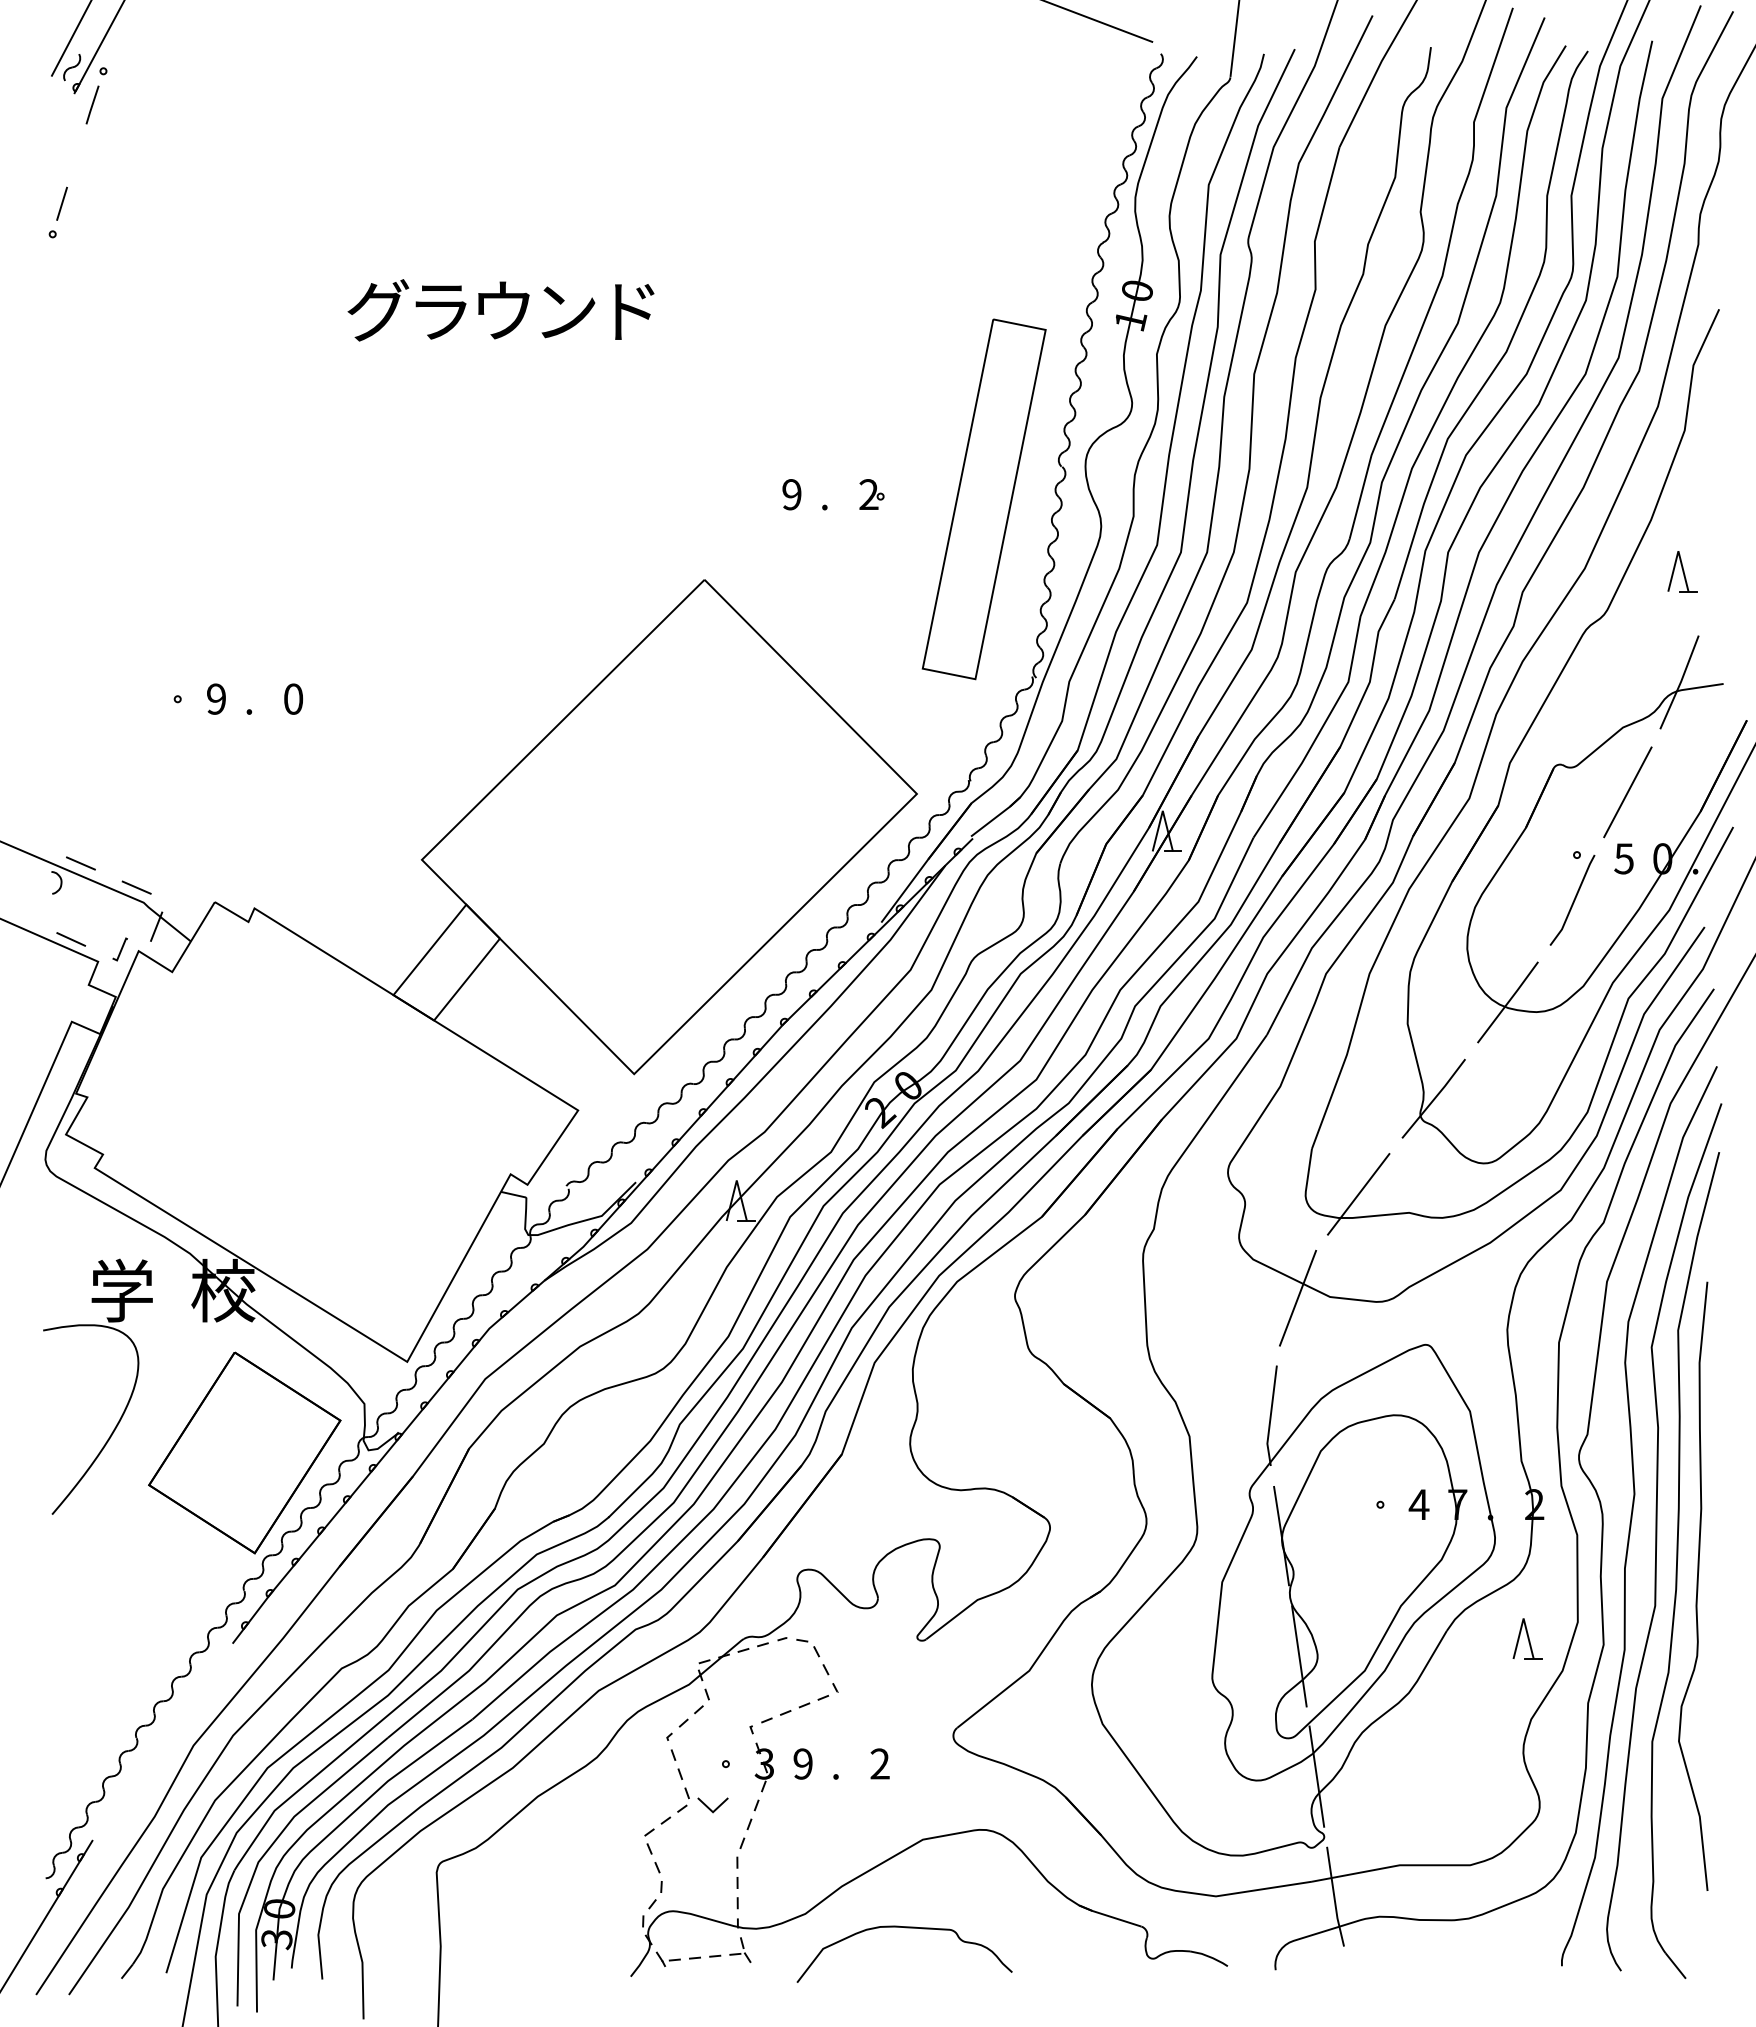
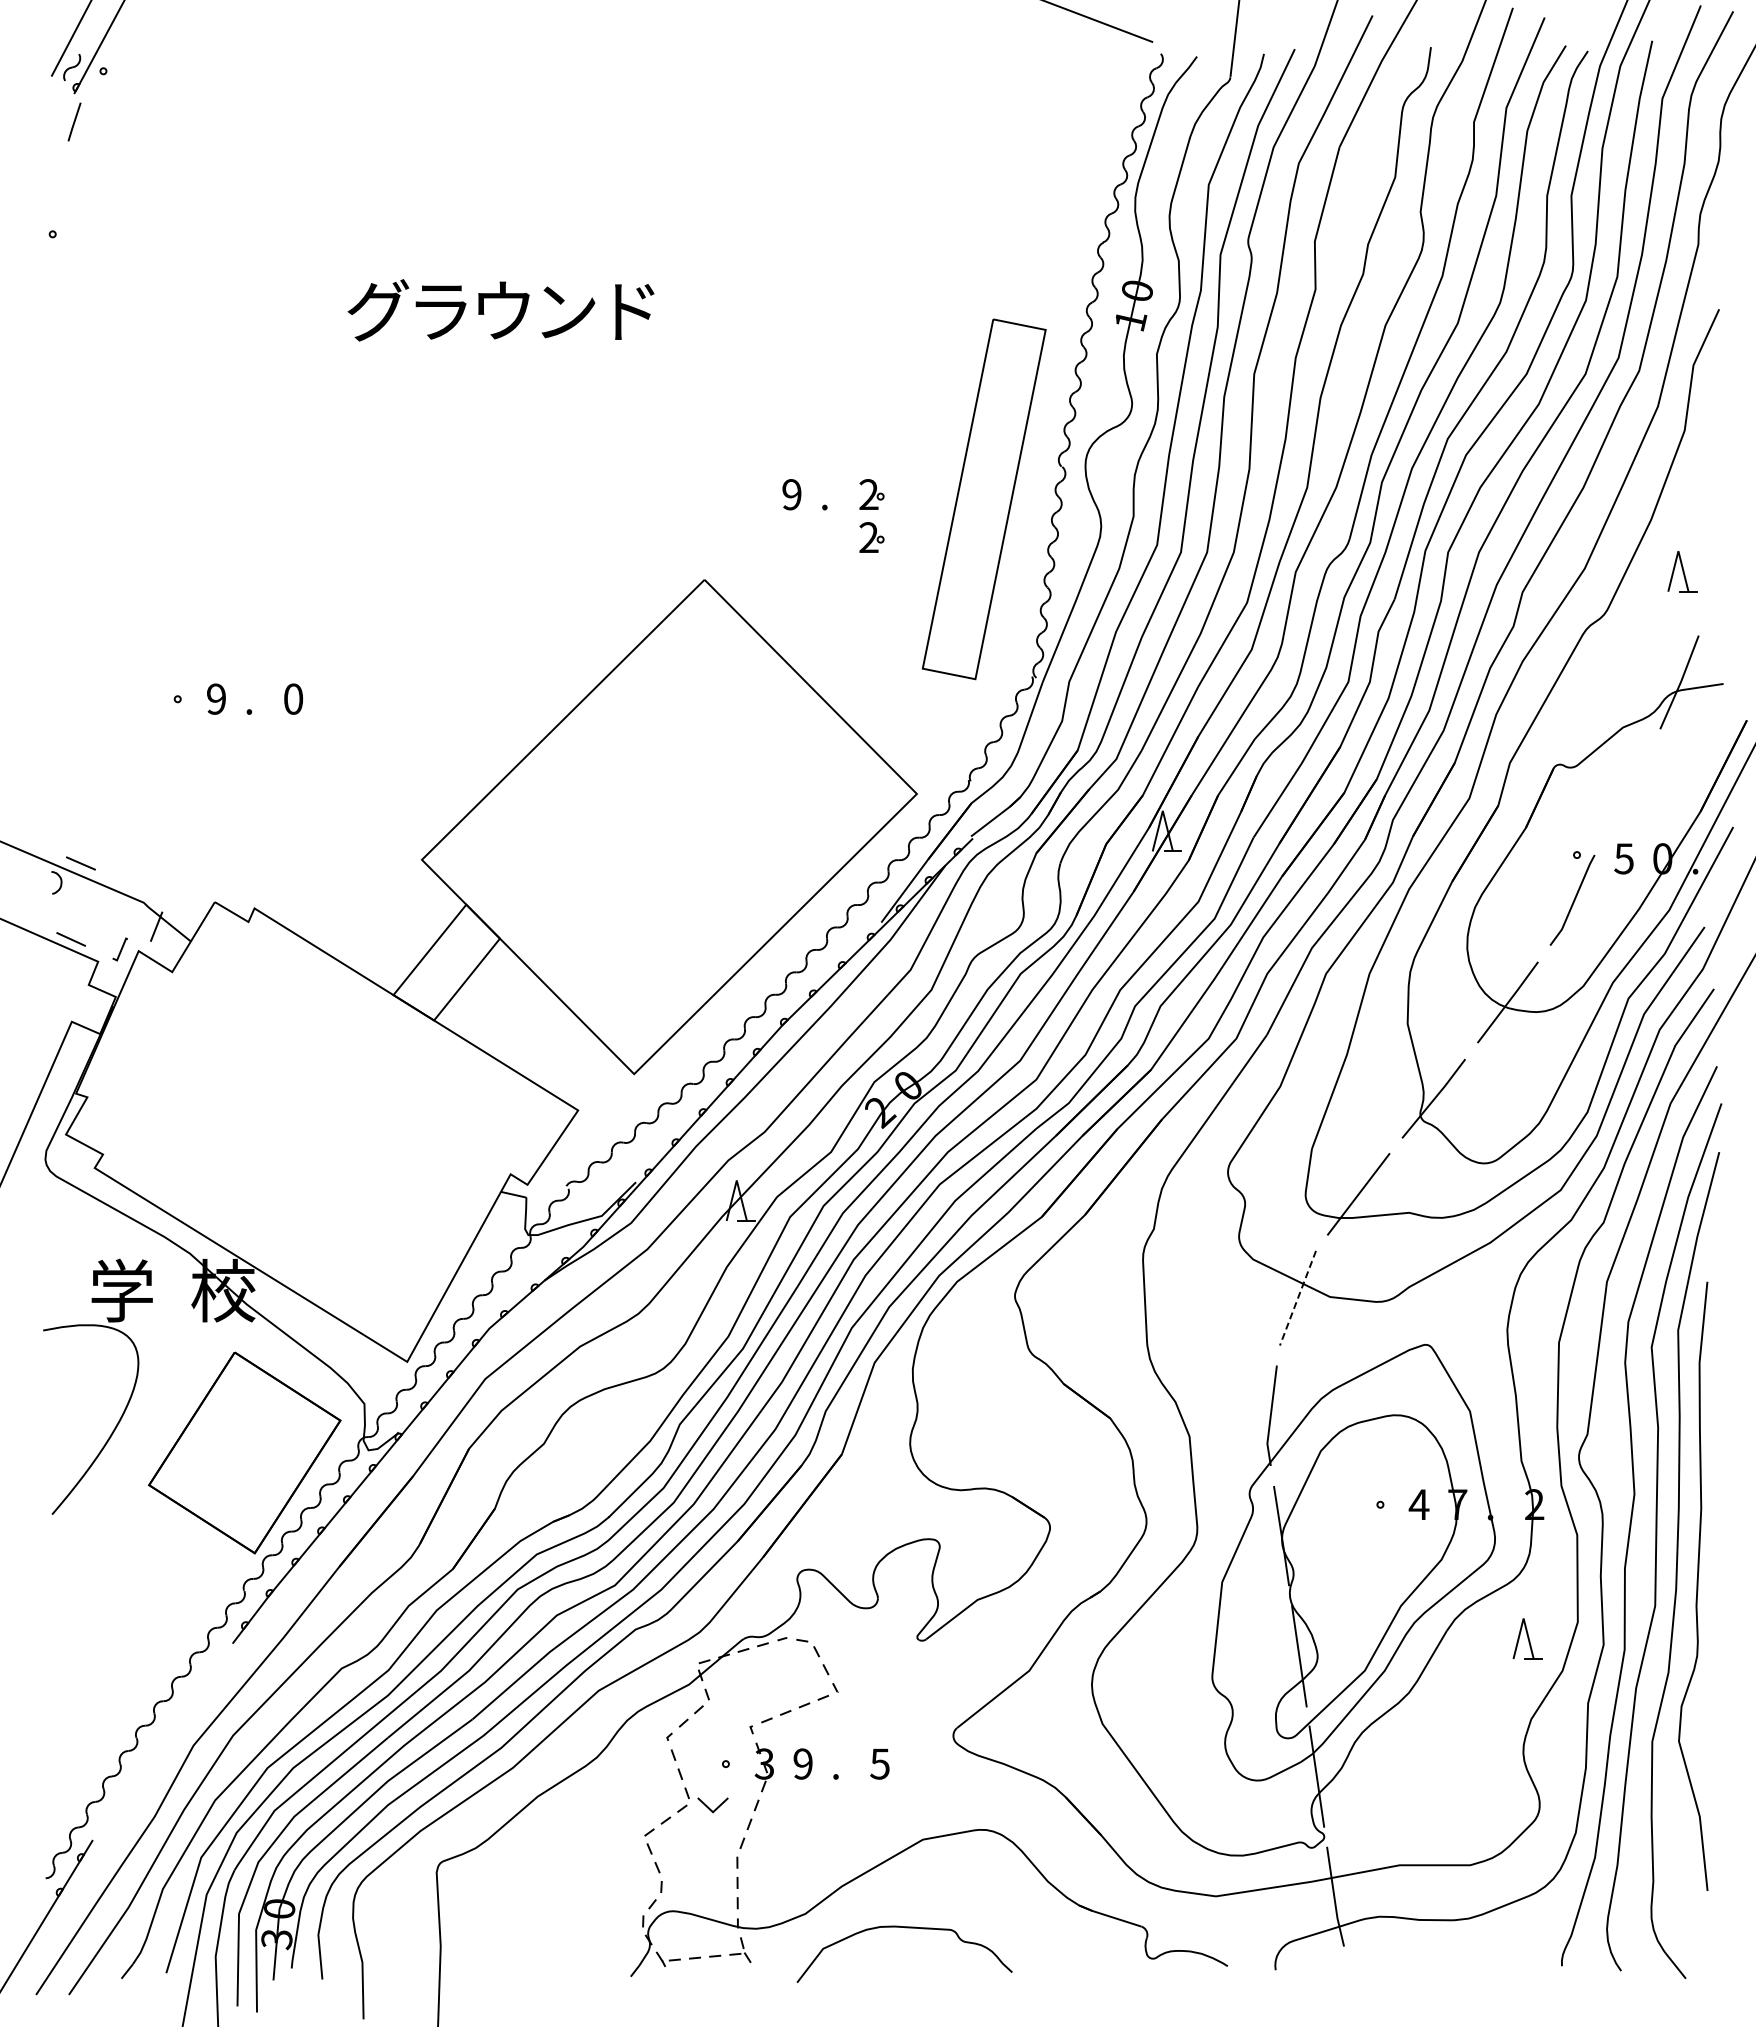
line at (92, 104) position: (92, 104) -> (74, 121)
line at (61, 203): present -> none
part at (871, 537): none -> present
line at (1627, 792): present -> none
line at (136, 887): present -> none
line at (1297, 1298): solid -> dashed
text at (879, 1763): 2 -> 5
